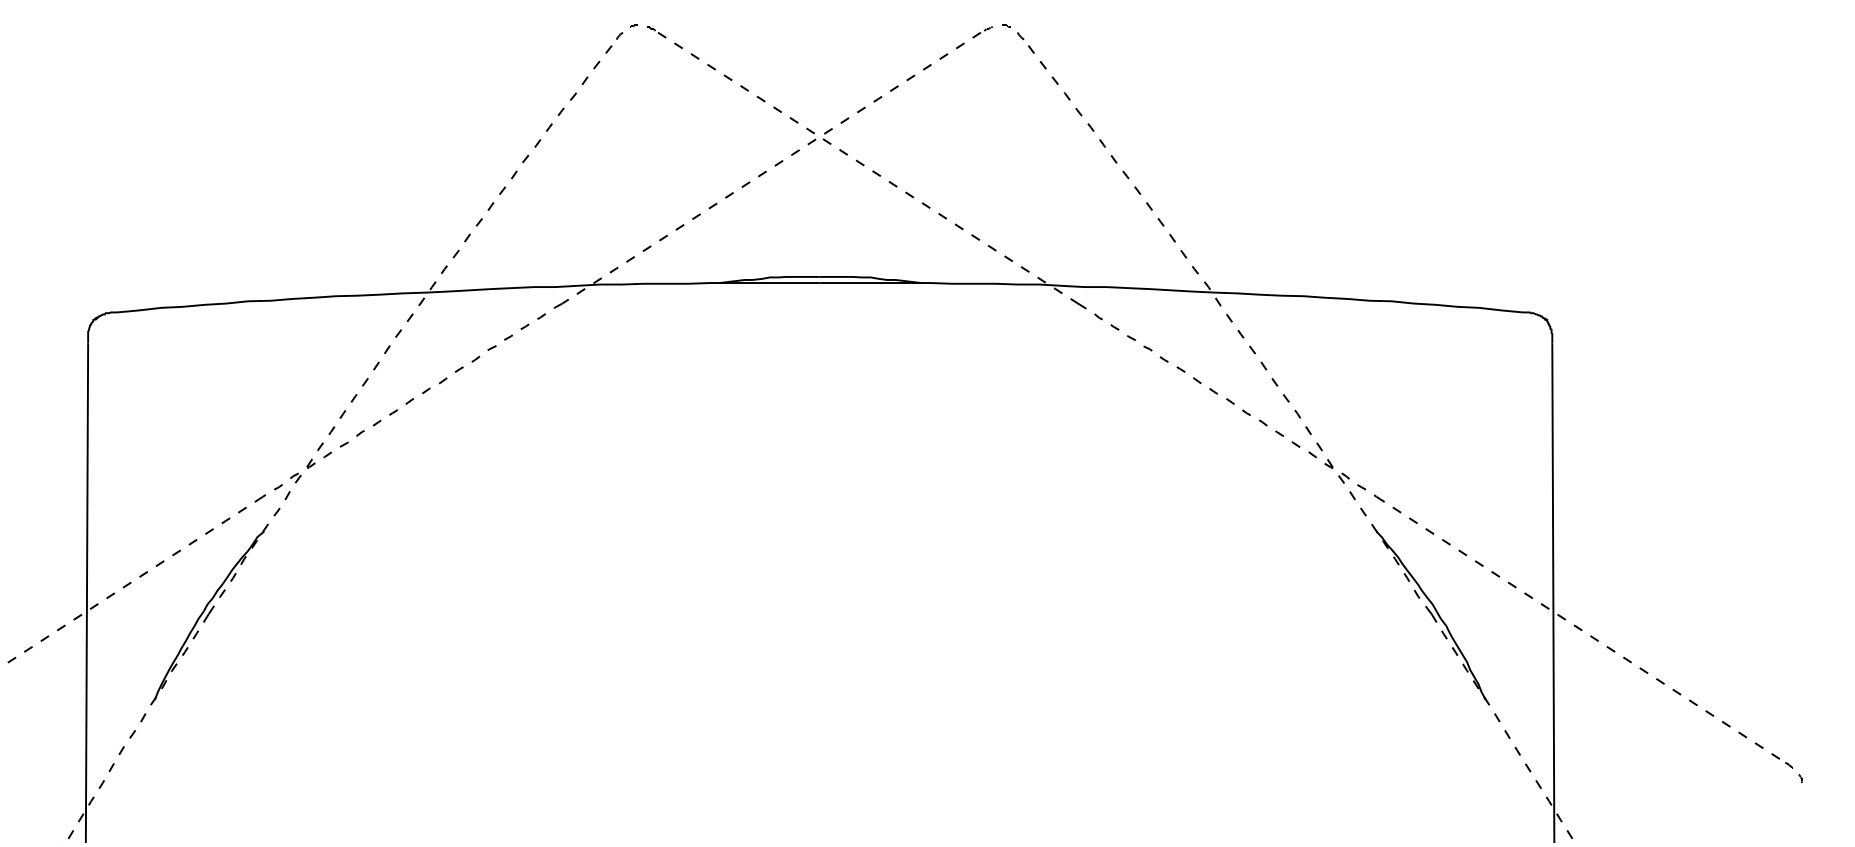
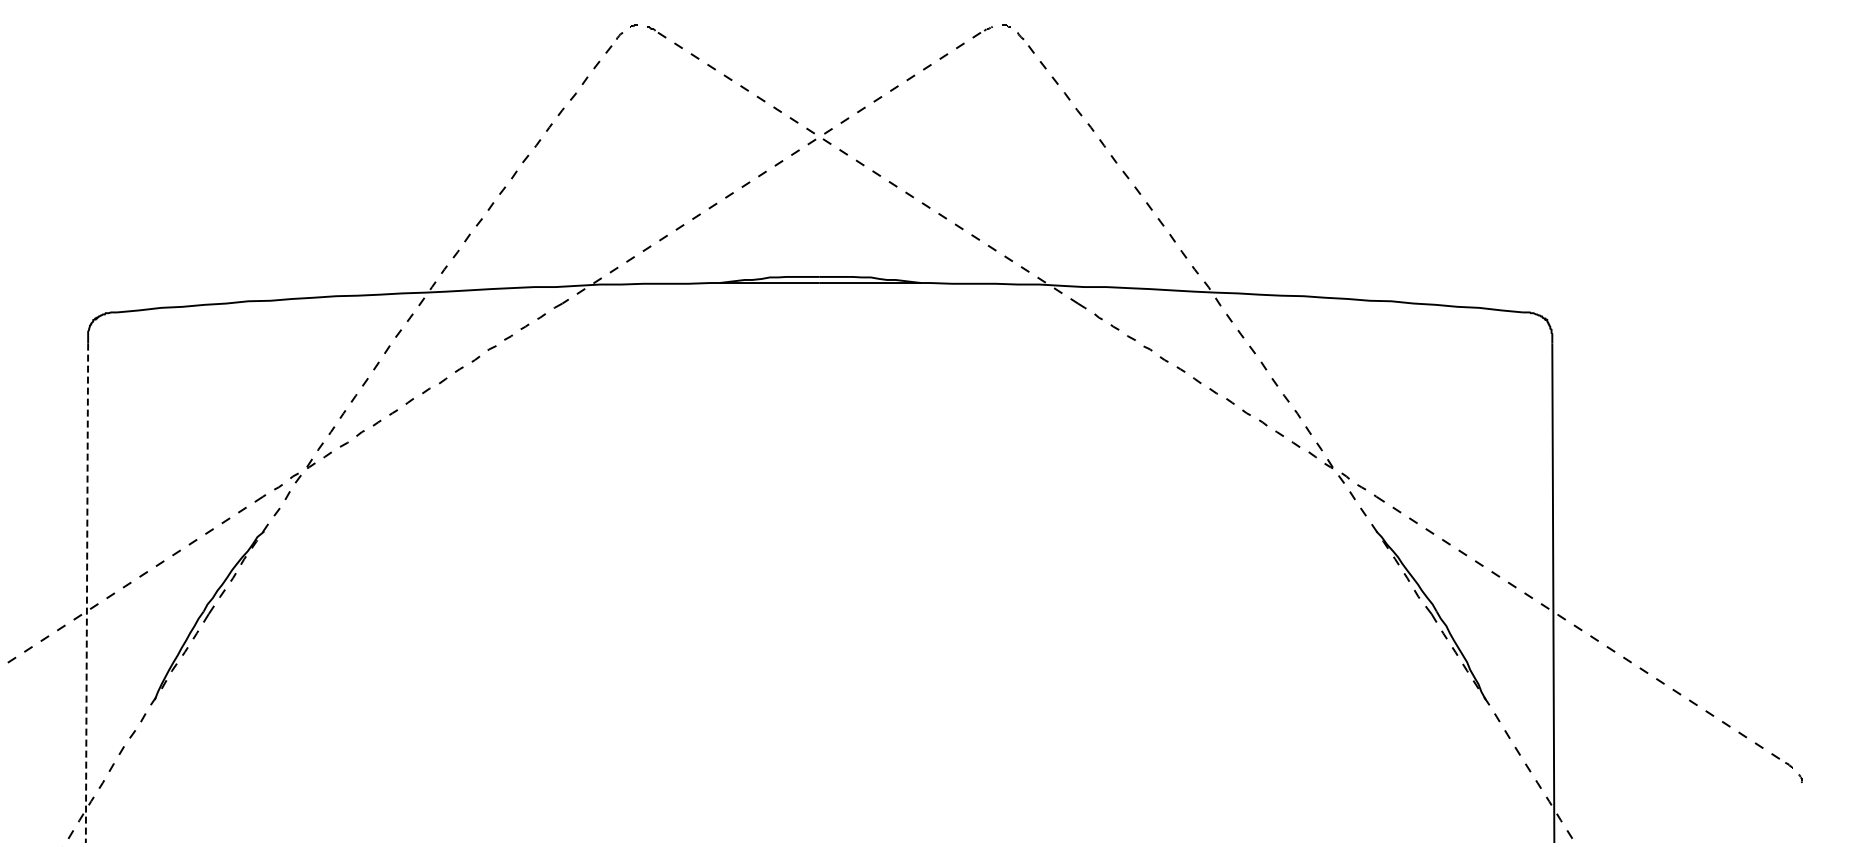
line at (87, 593): solid -> dashed
